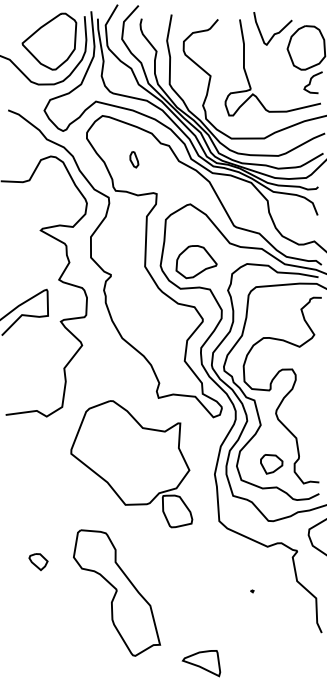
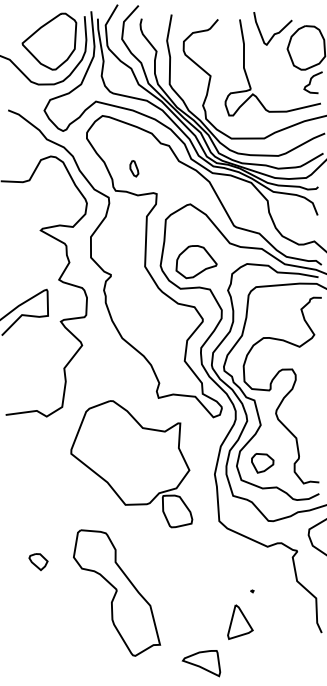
part at (134, 159) position: (134, 159) -> (134, 168)
part at (271, 464) position: (271, 464) -> (262, 463)
part at (240, 621): none -> present
